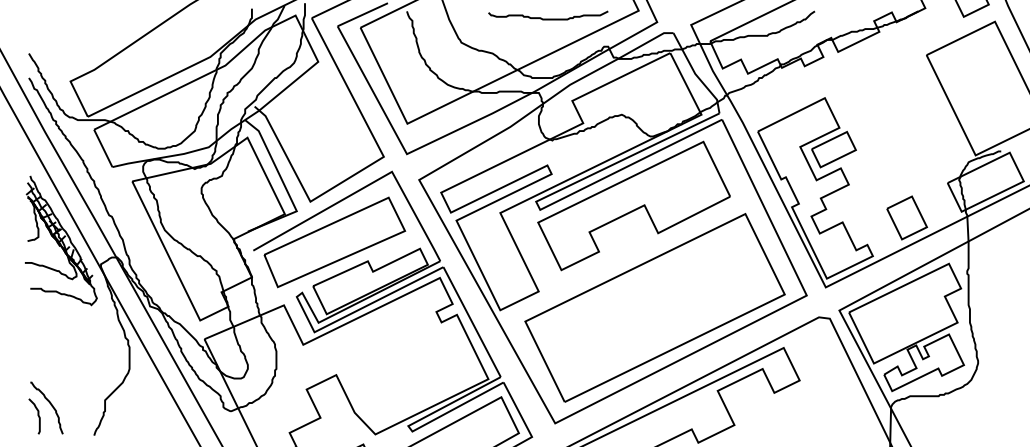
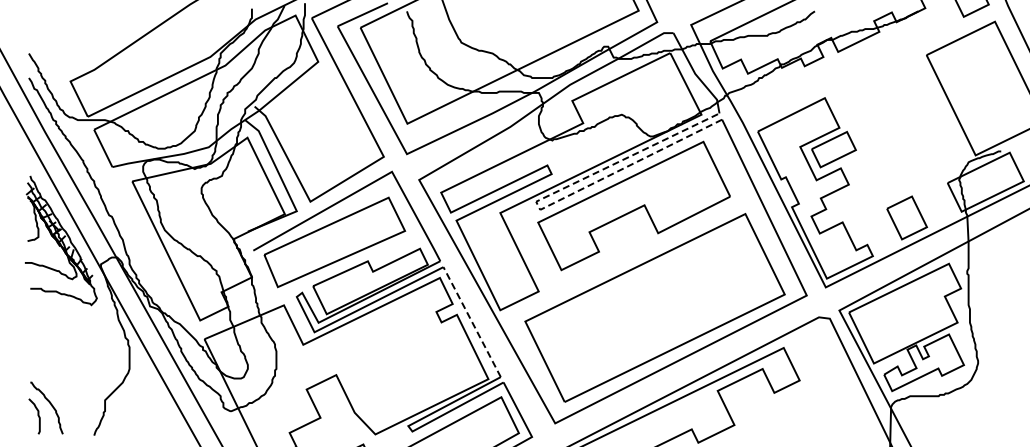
curve at (548, 18): present -> none
line at (538, 205): solid -> dashed
line at (471, 321): solid -> dashed
